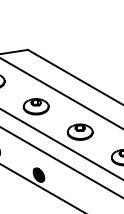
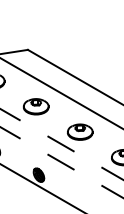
line at (61, 144): solid -> dashed
line at (61, 162): solid -> dashed
